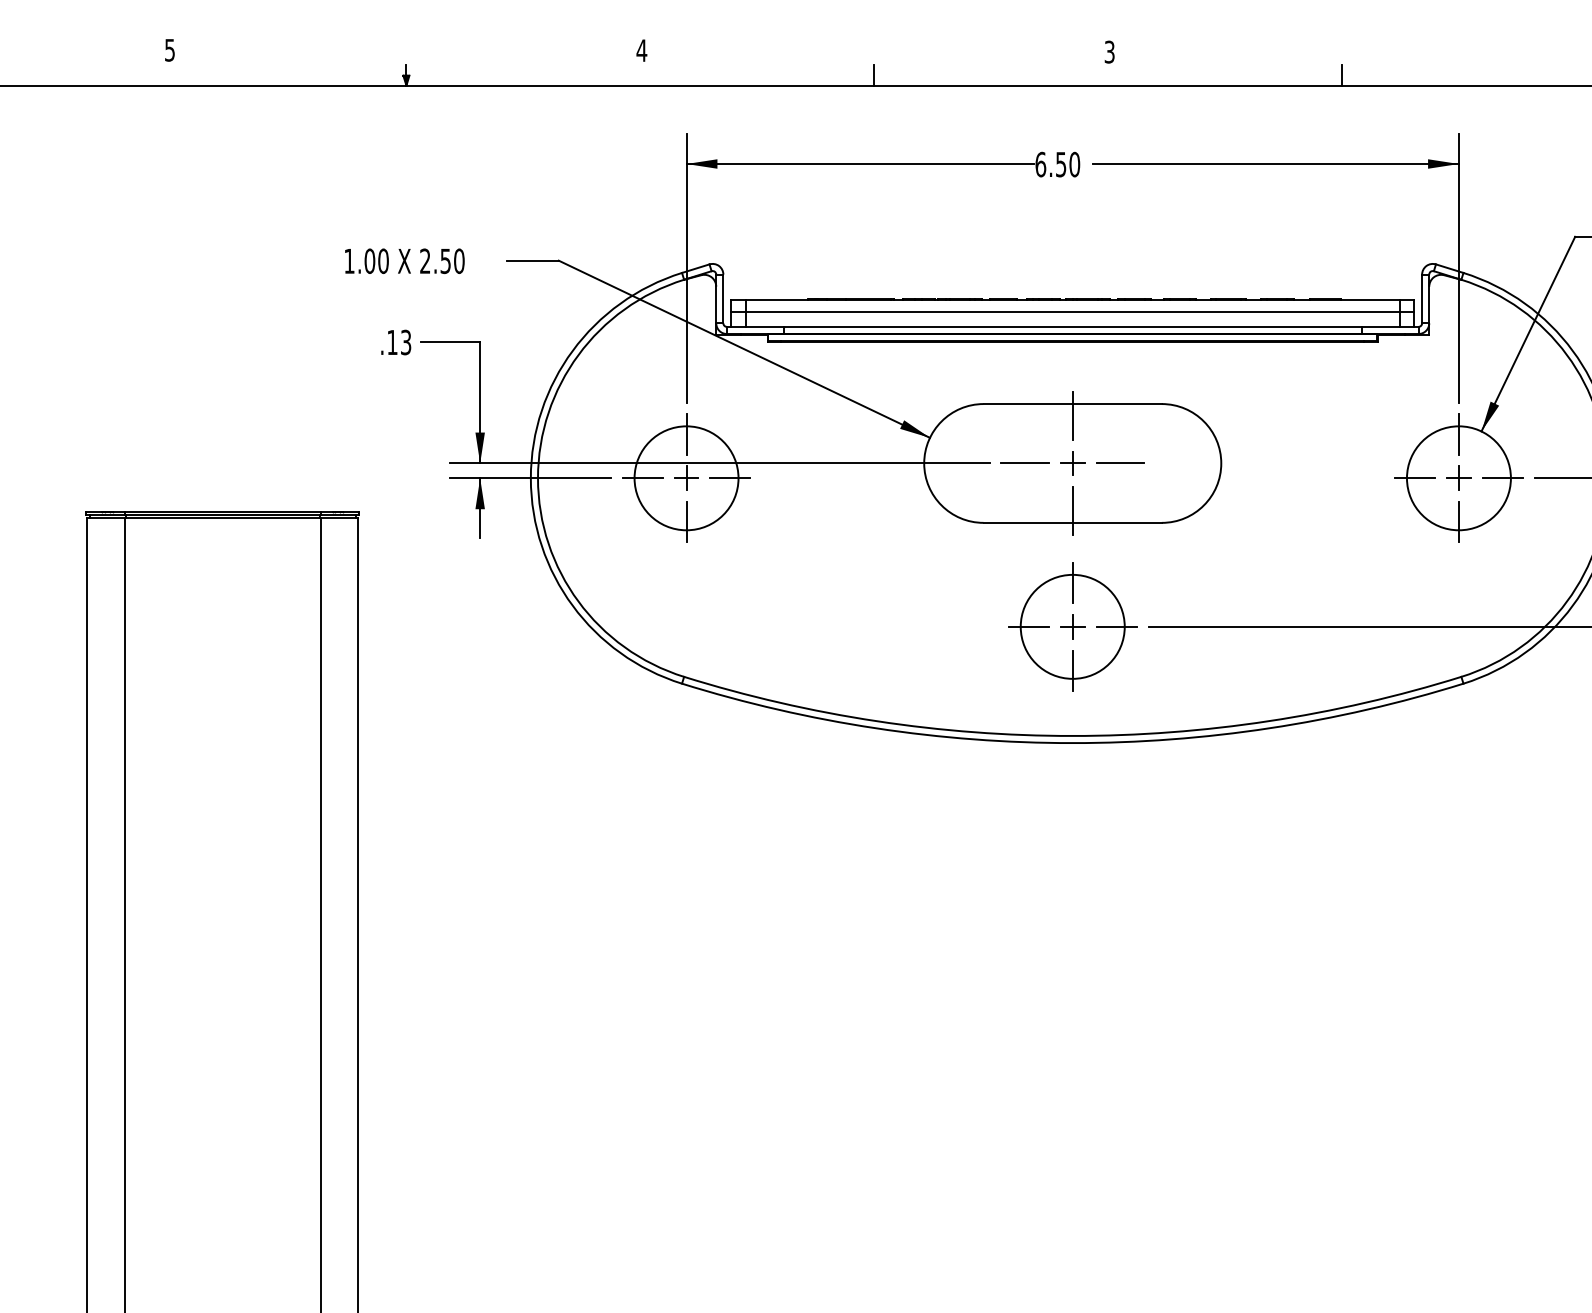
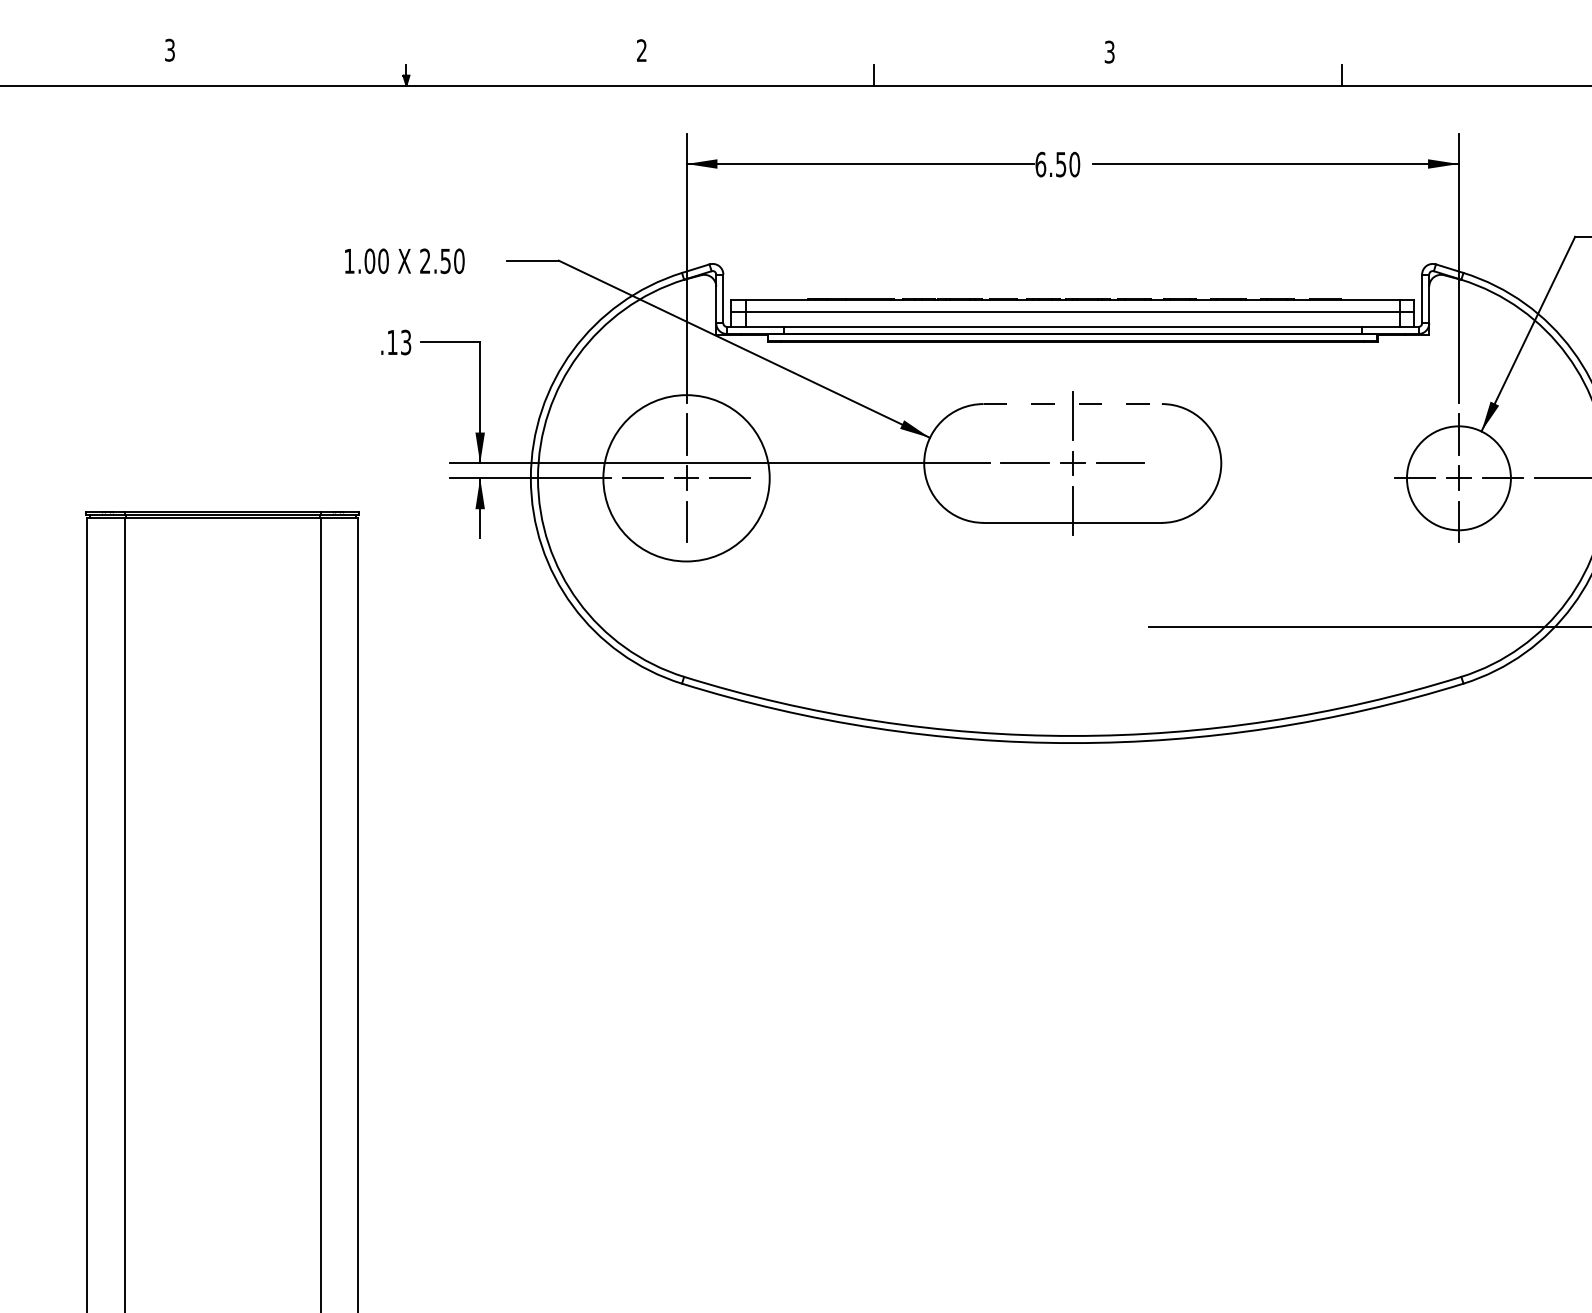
text at (169, 49): 5 -> 3
text at (641, 50): 4 -> 2
line at (1073, 404): solid -> dashed
circle at (686, 478) diameter: 104 px -> 166 px
part at (1072, 626): present -> none
